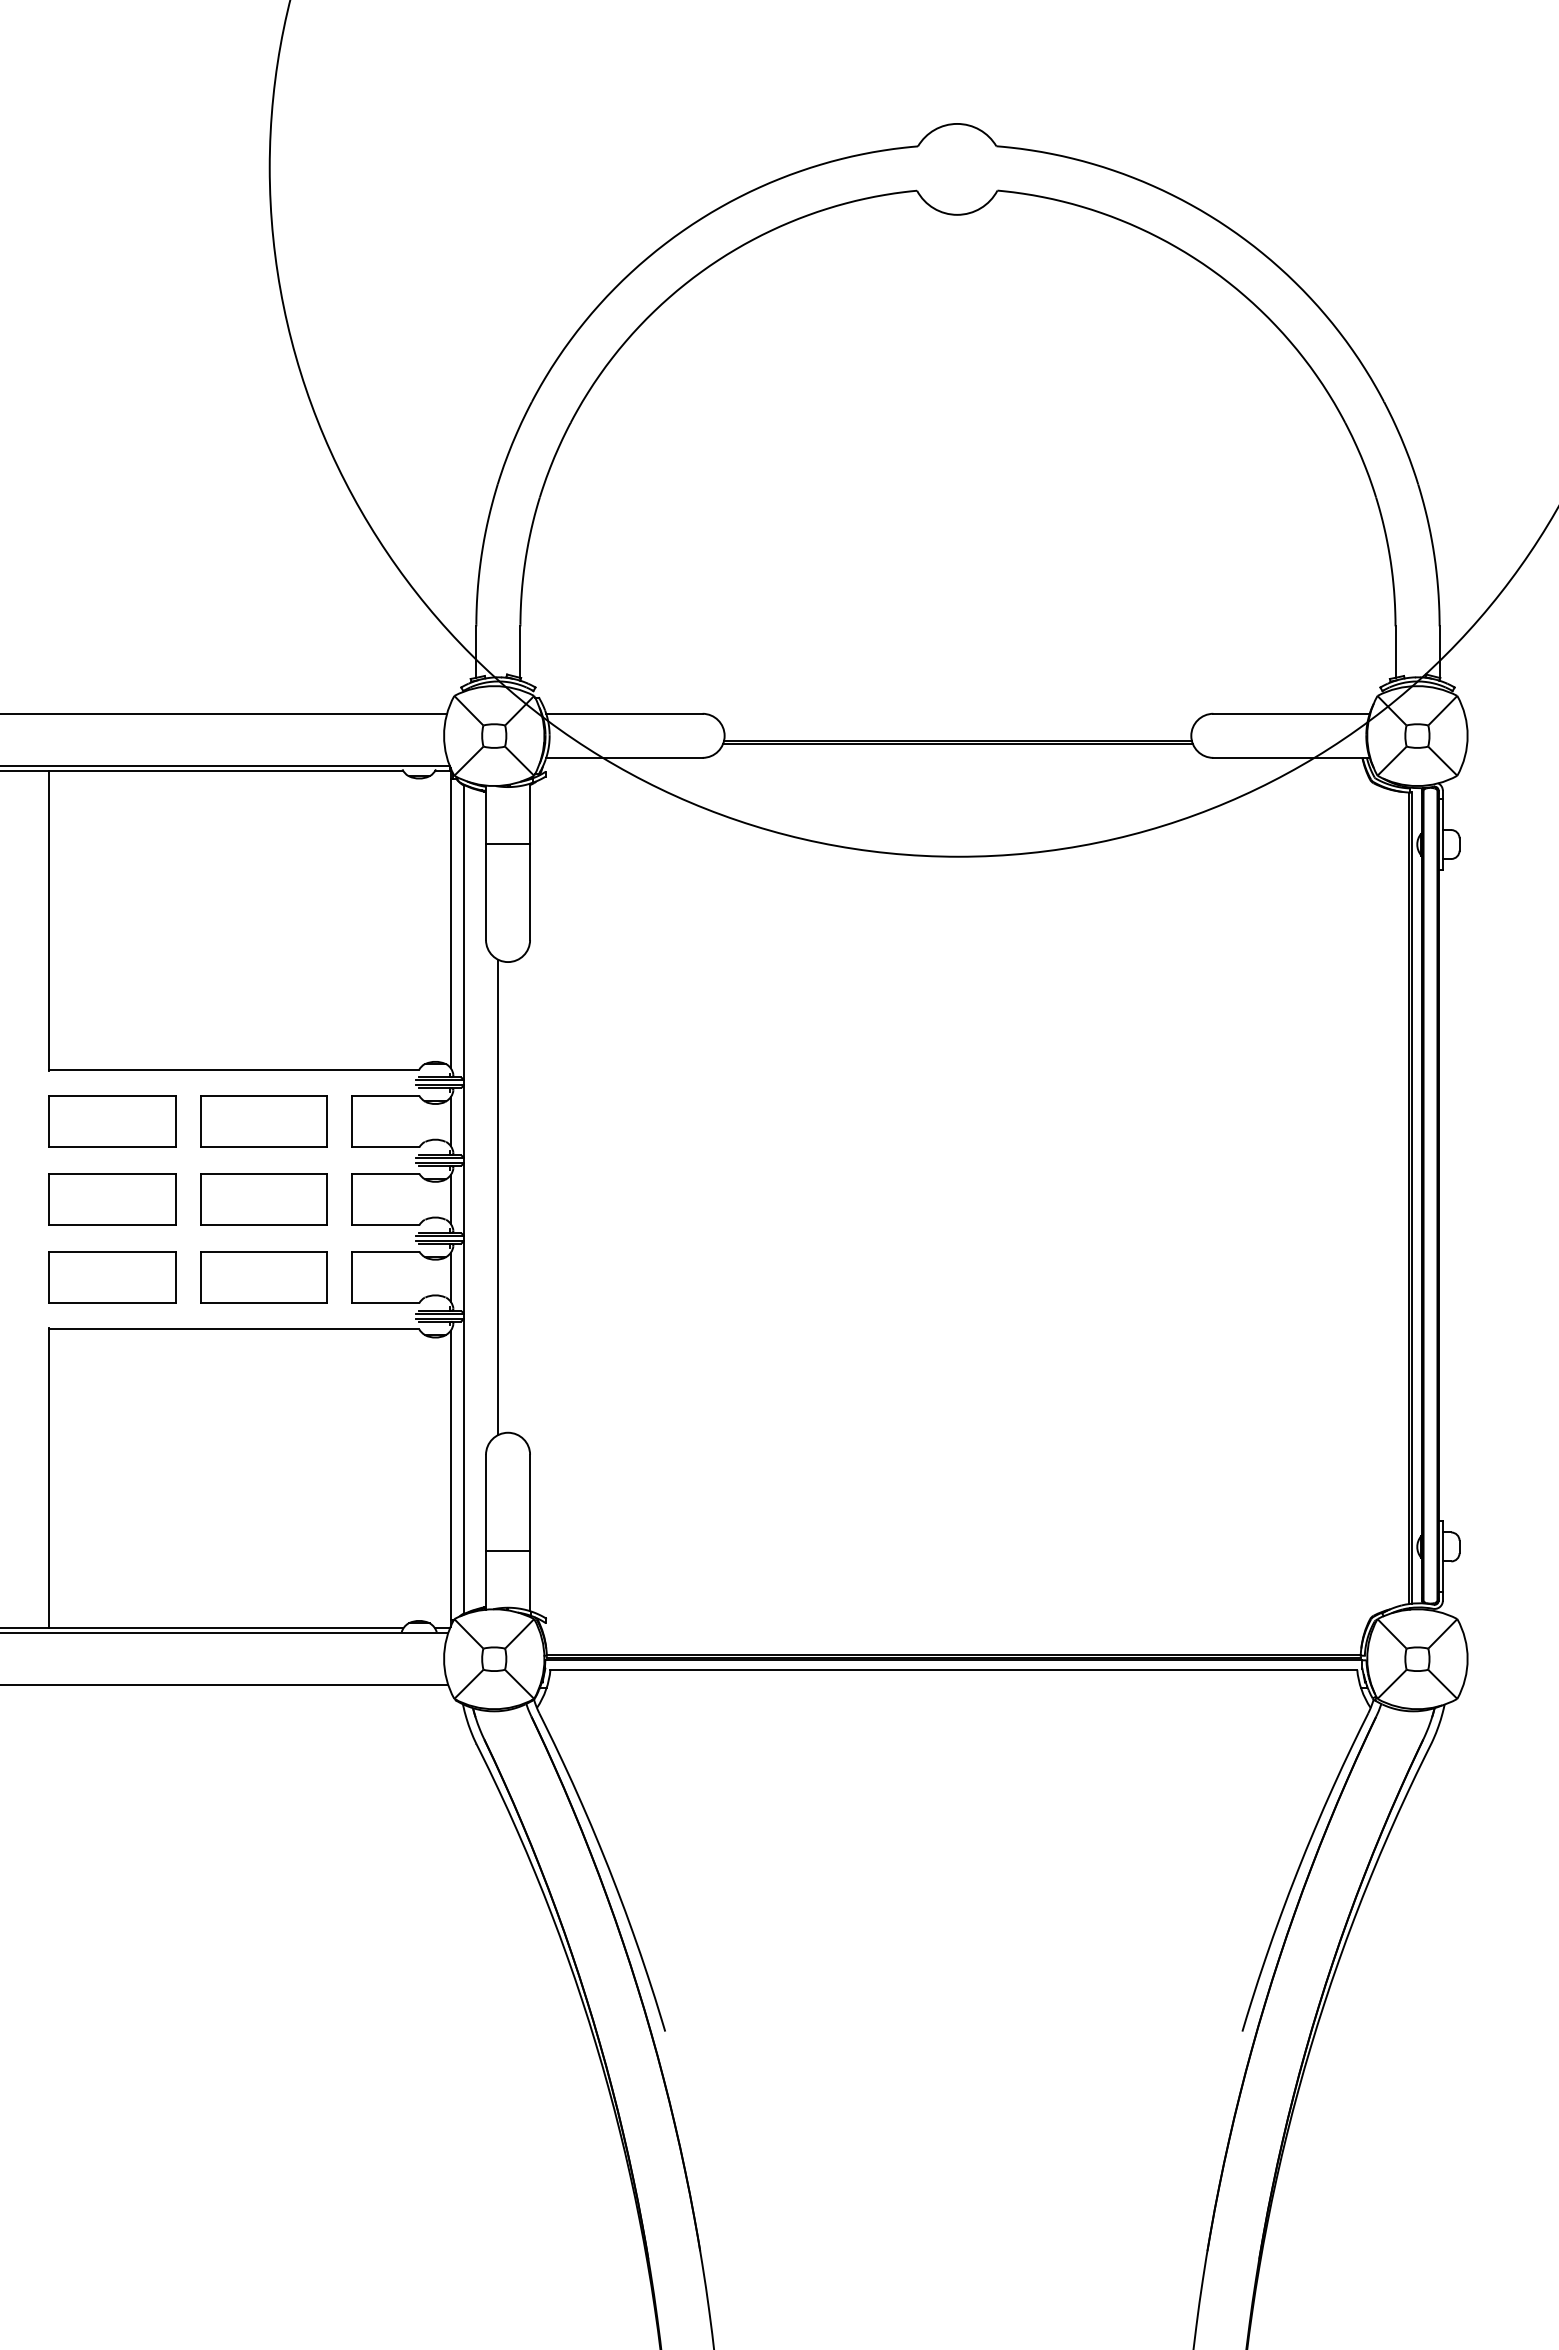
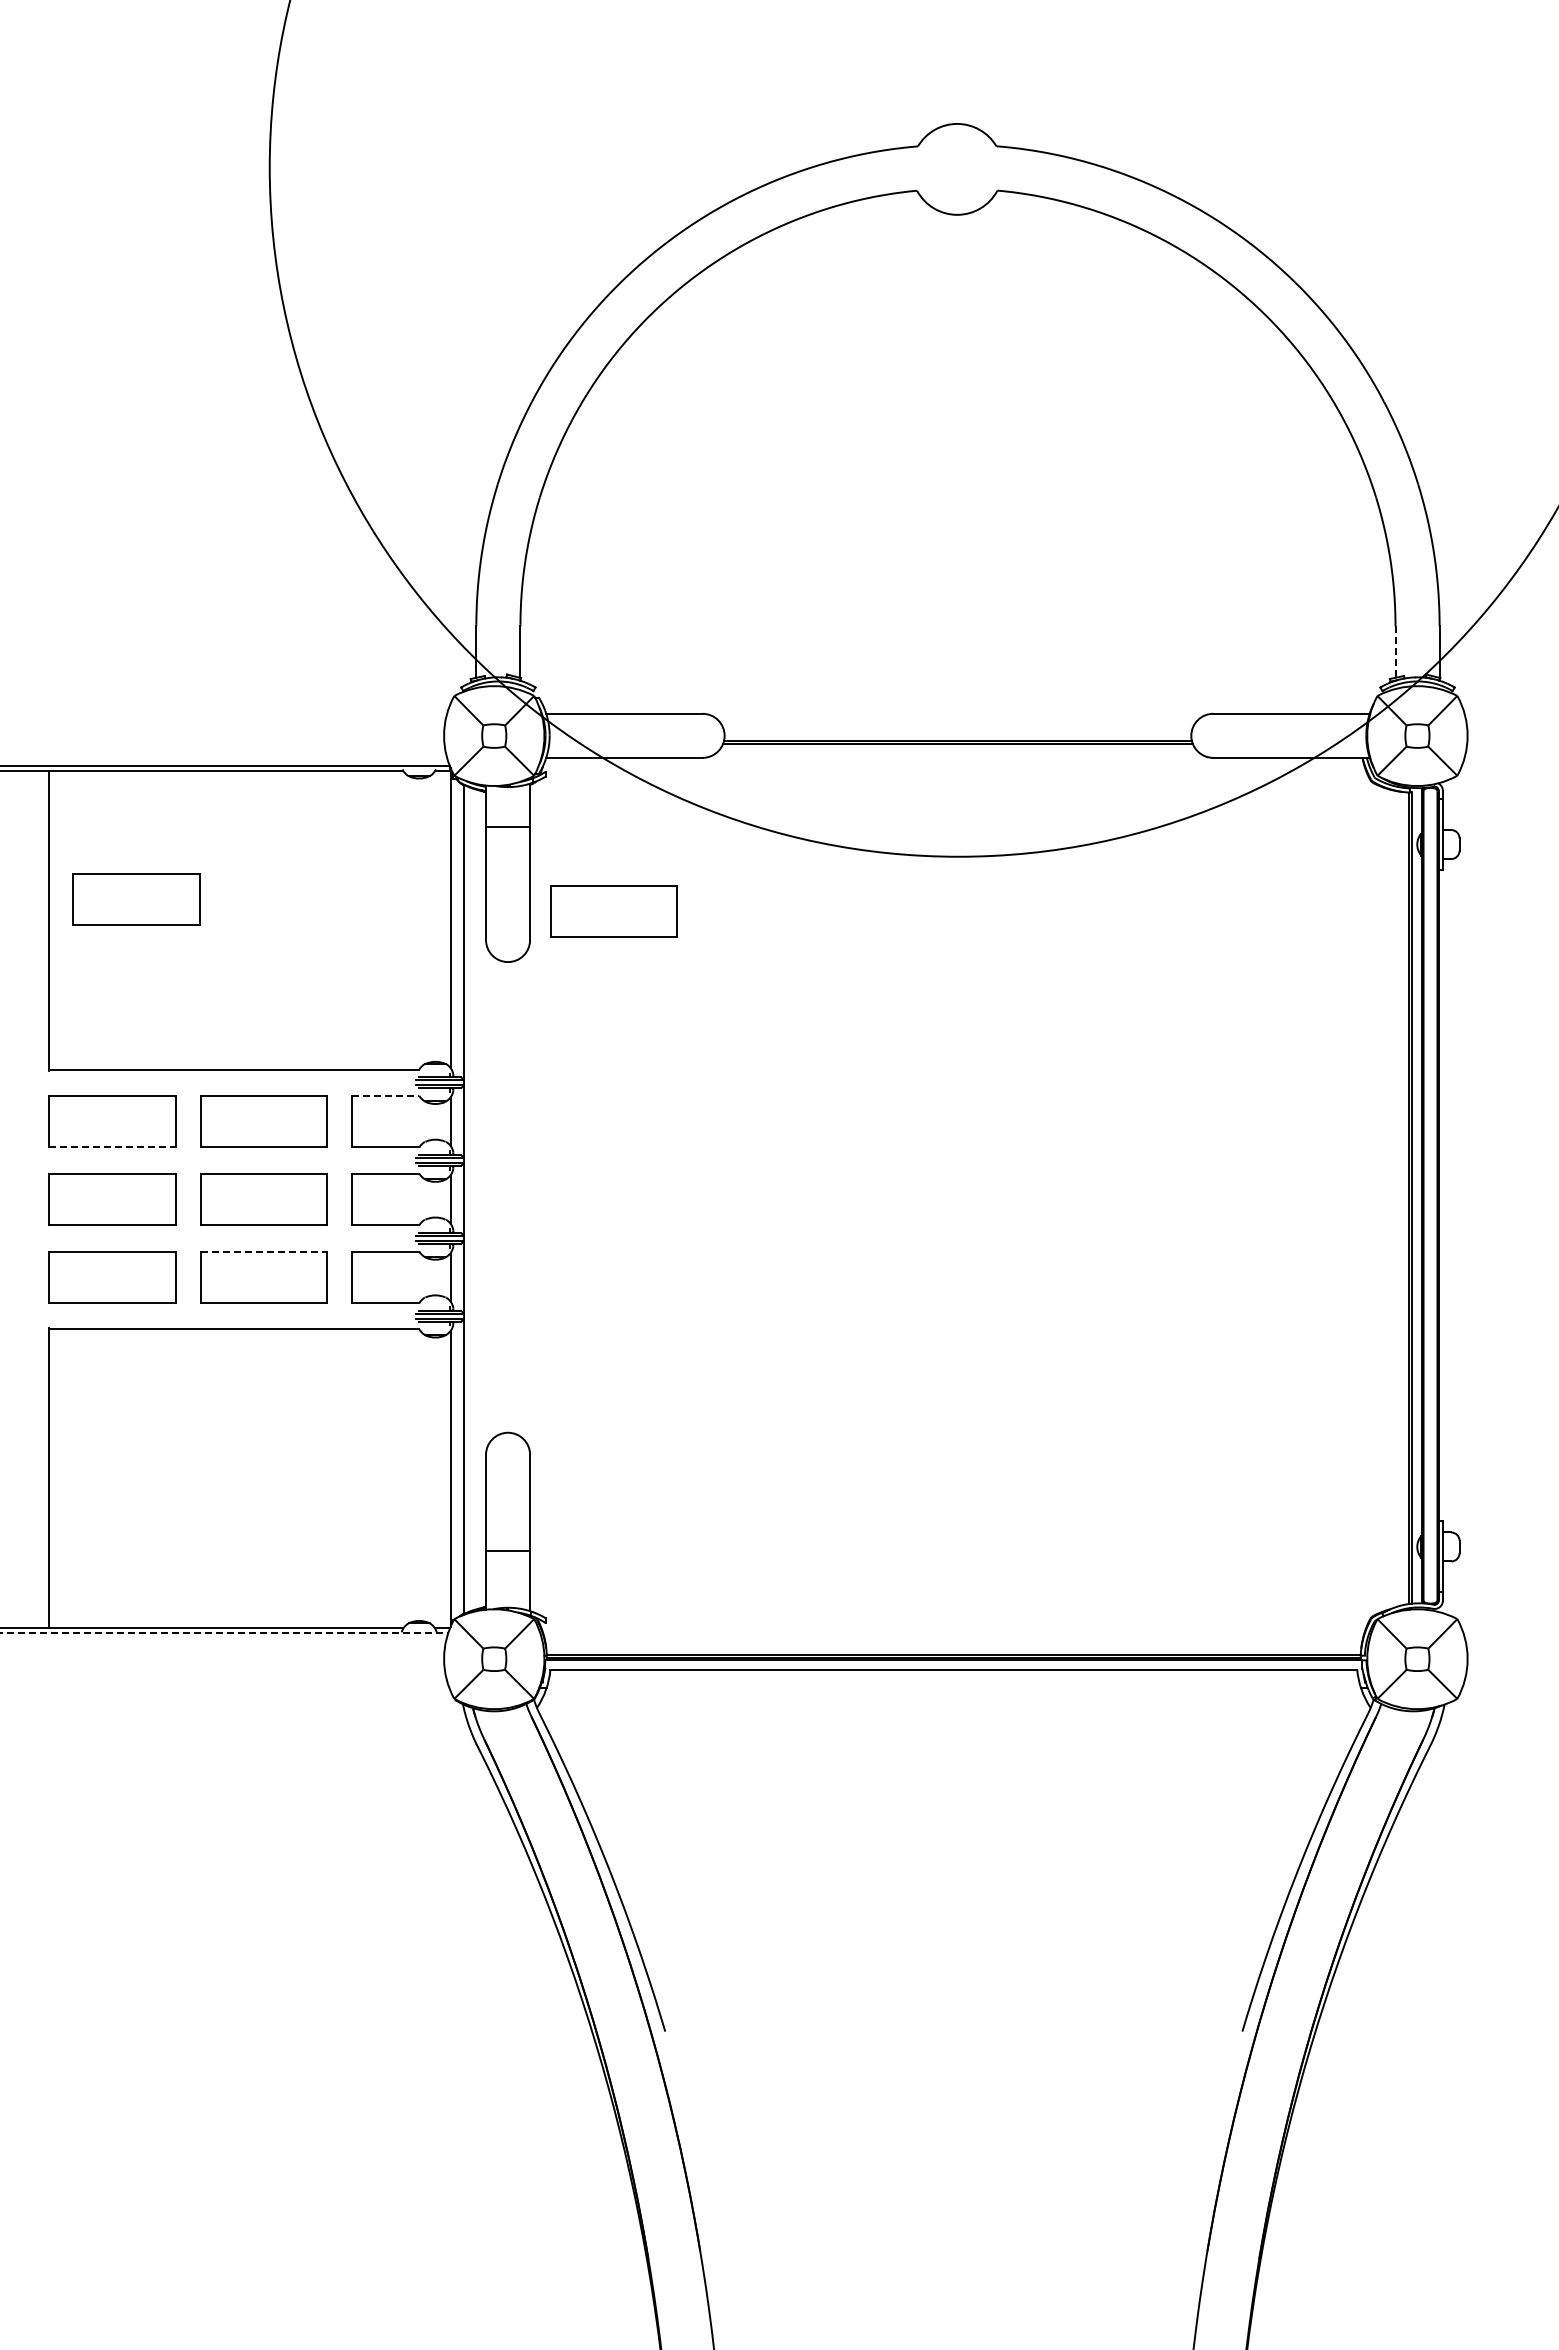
line at (1395, 652): solid -> dashed
line at (224, 714): present -> none
line at (508, 843) position: (508, 843) -> (508, 826)
part at (136, 899): none -> present
part at (613, 911): none -> present
line at (385, 1095): solid -> dashed
line at (112, 1147): solid -> dashed
line at (498, 1197): present -> none
line at (264, 1251): solid -> dashed
line at (224, 1633): solid -> dashed
line at (225, 1685): present -> none
